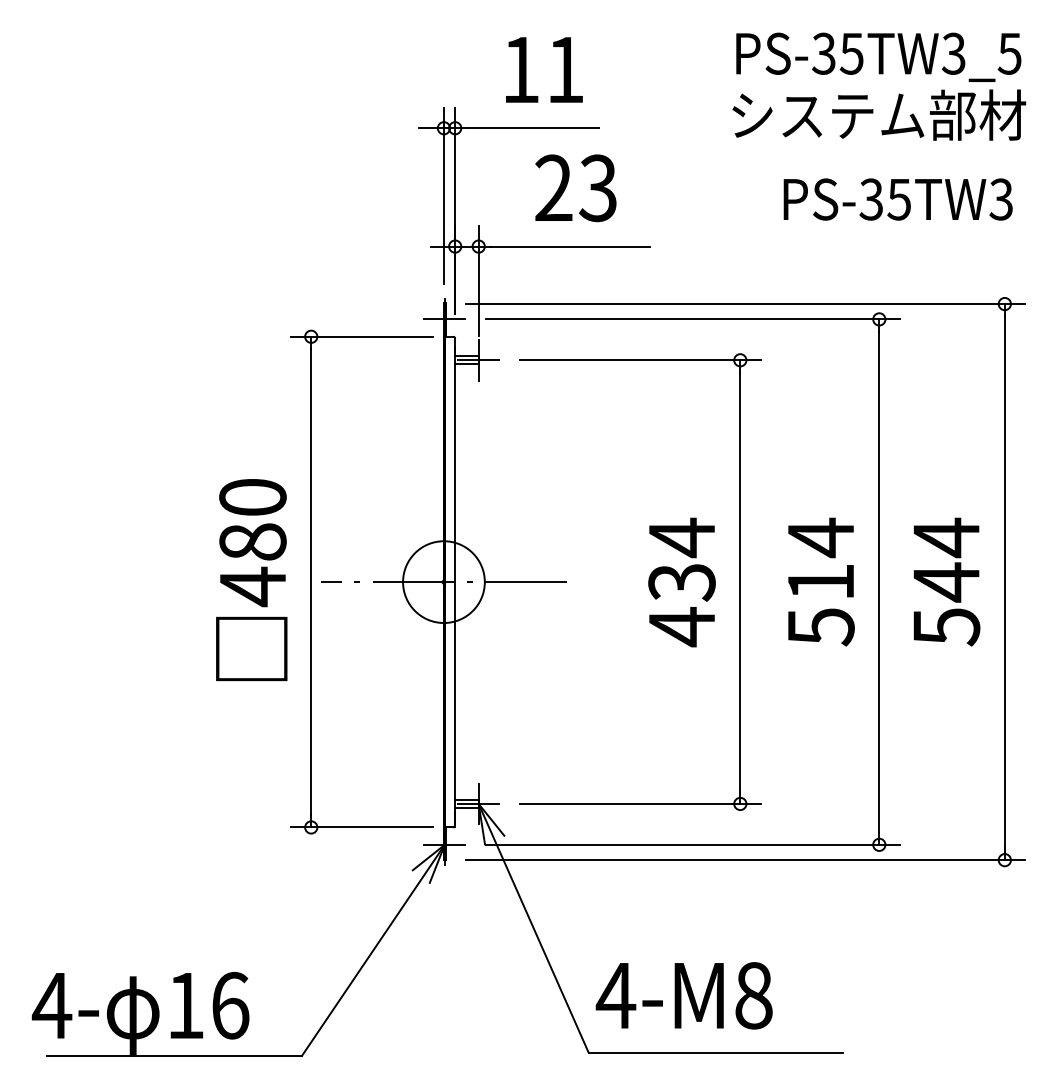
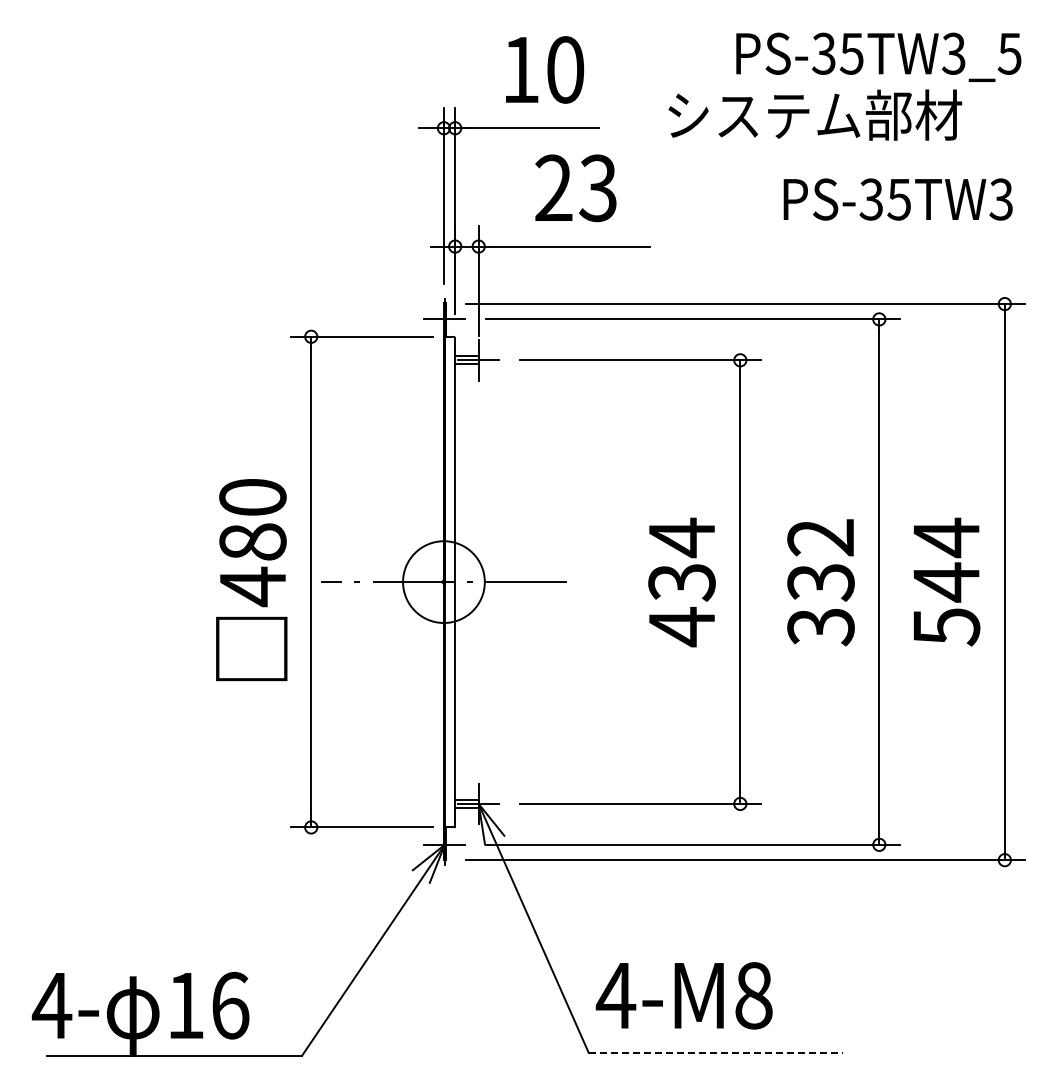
text at (565, 69): 11 -> 10
text at (879, 114) position: (879, 114) -> (815, 114)
text at (820, 581): 514 -> 332
line at (716, 1052): solid -> dashed
